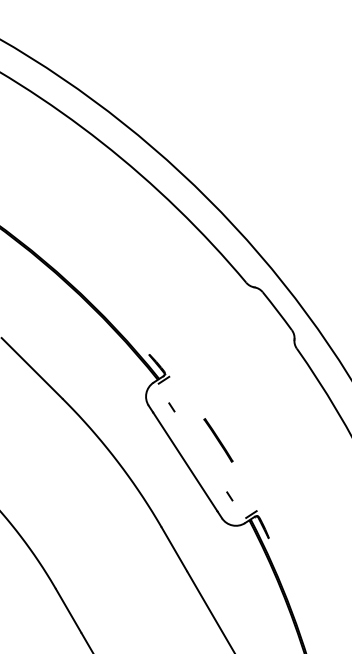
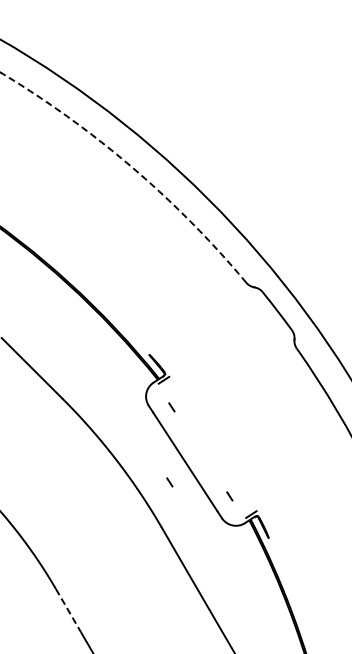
arc at (131, 167): solid -> dashed
line at (218, 440): present -> none
line at (169, 482): none -> present
line at (68, 611): solid -> dashed
